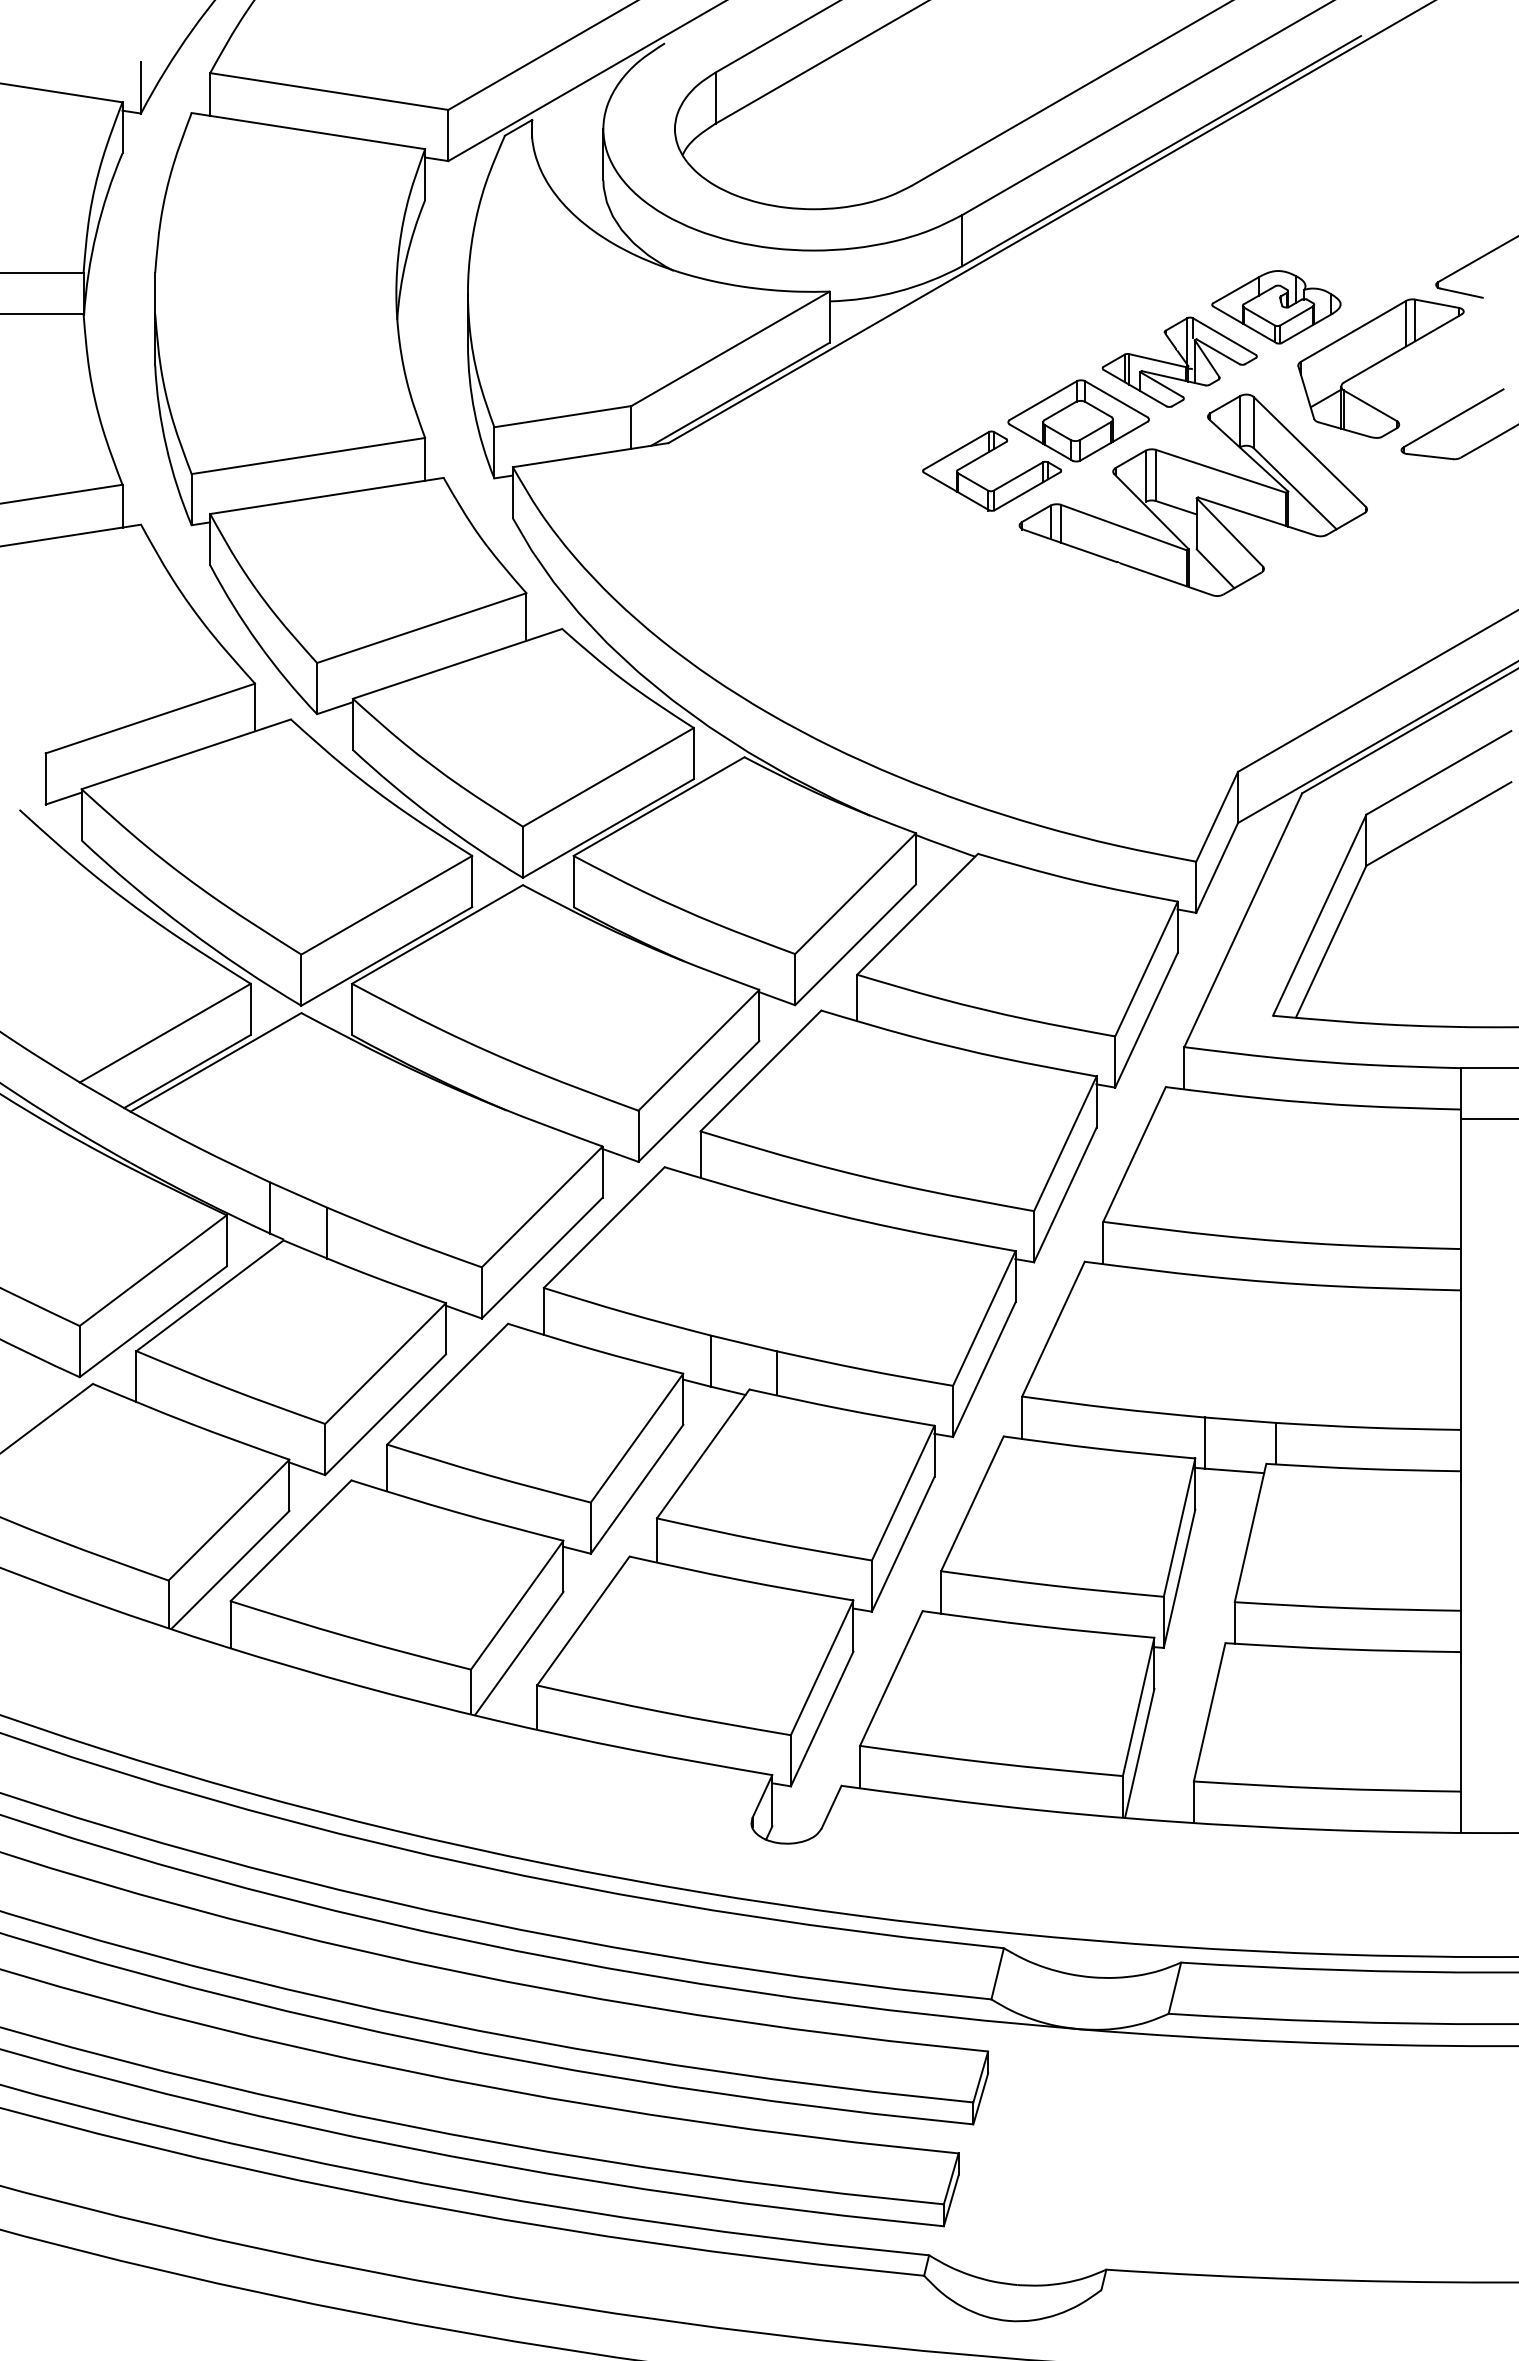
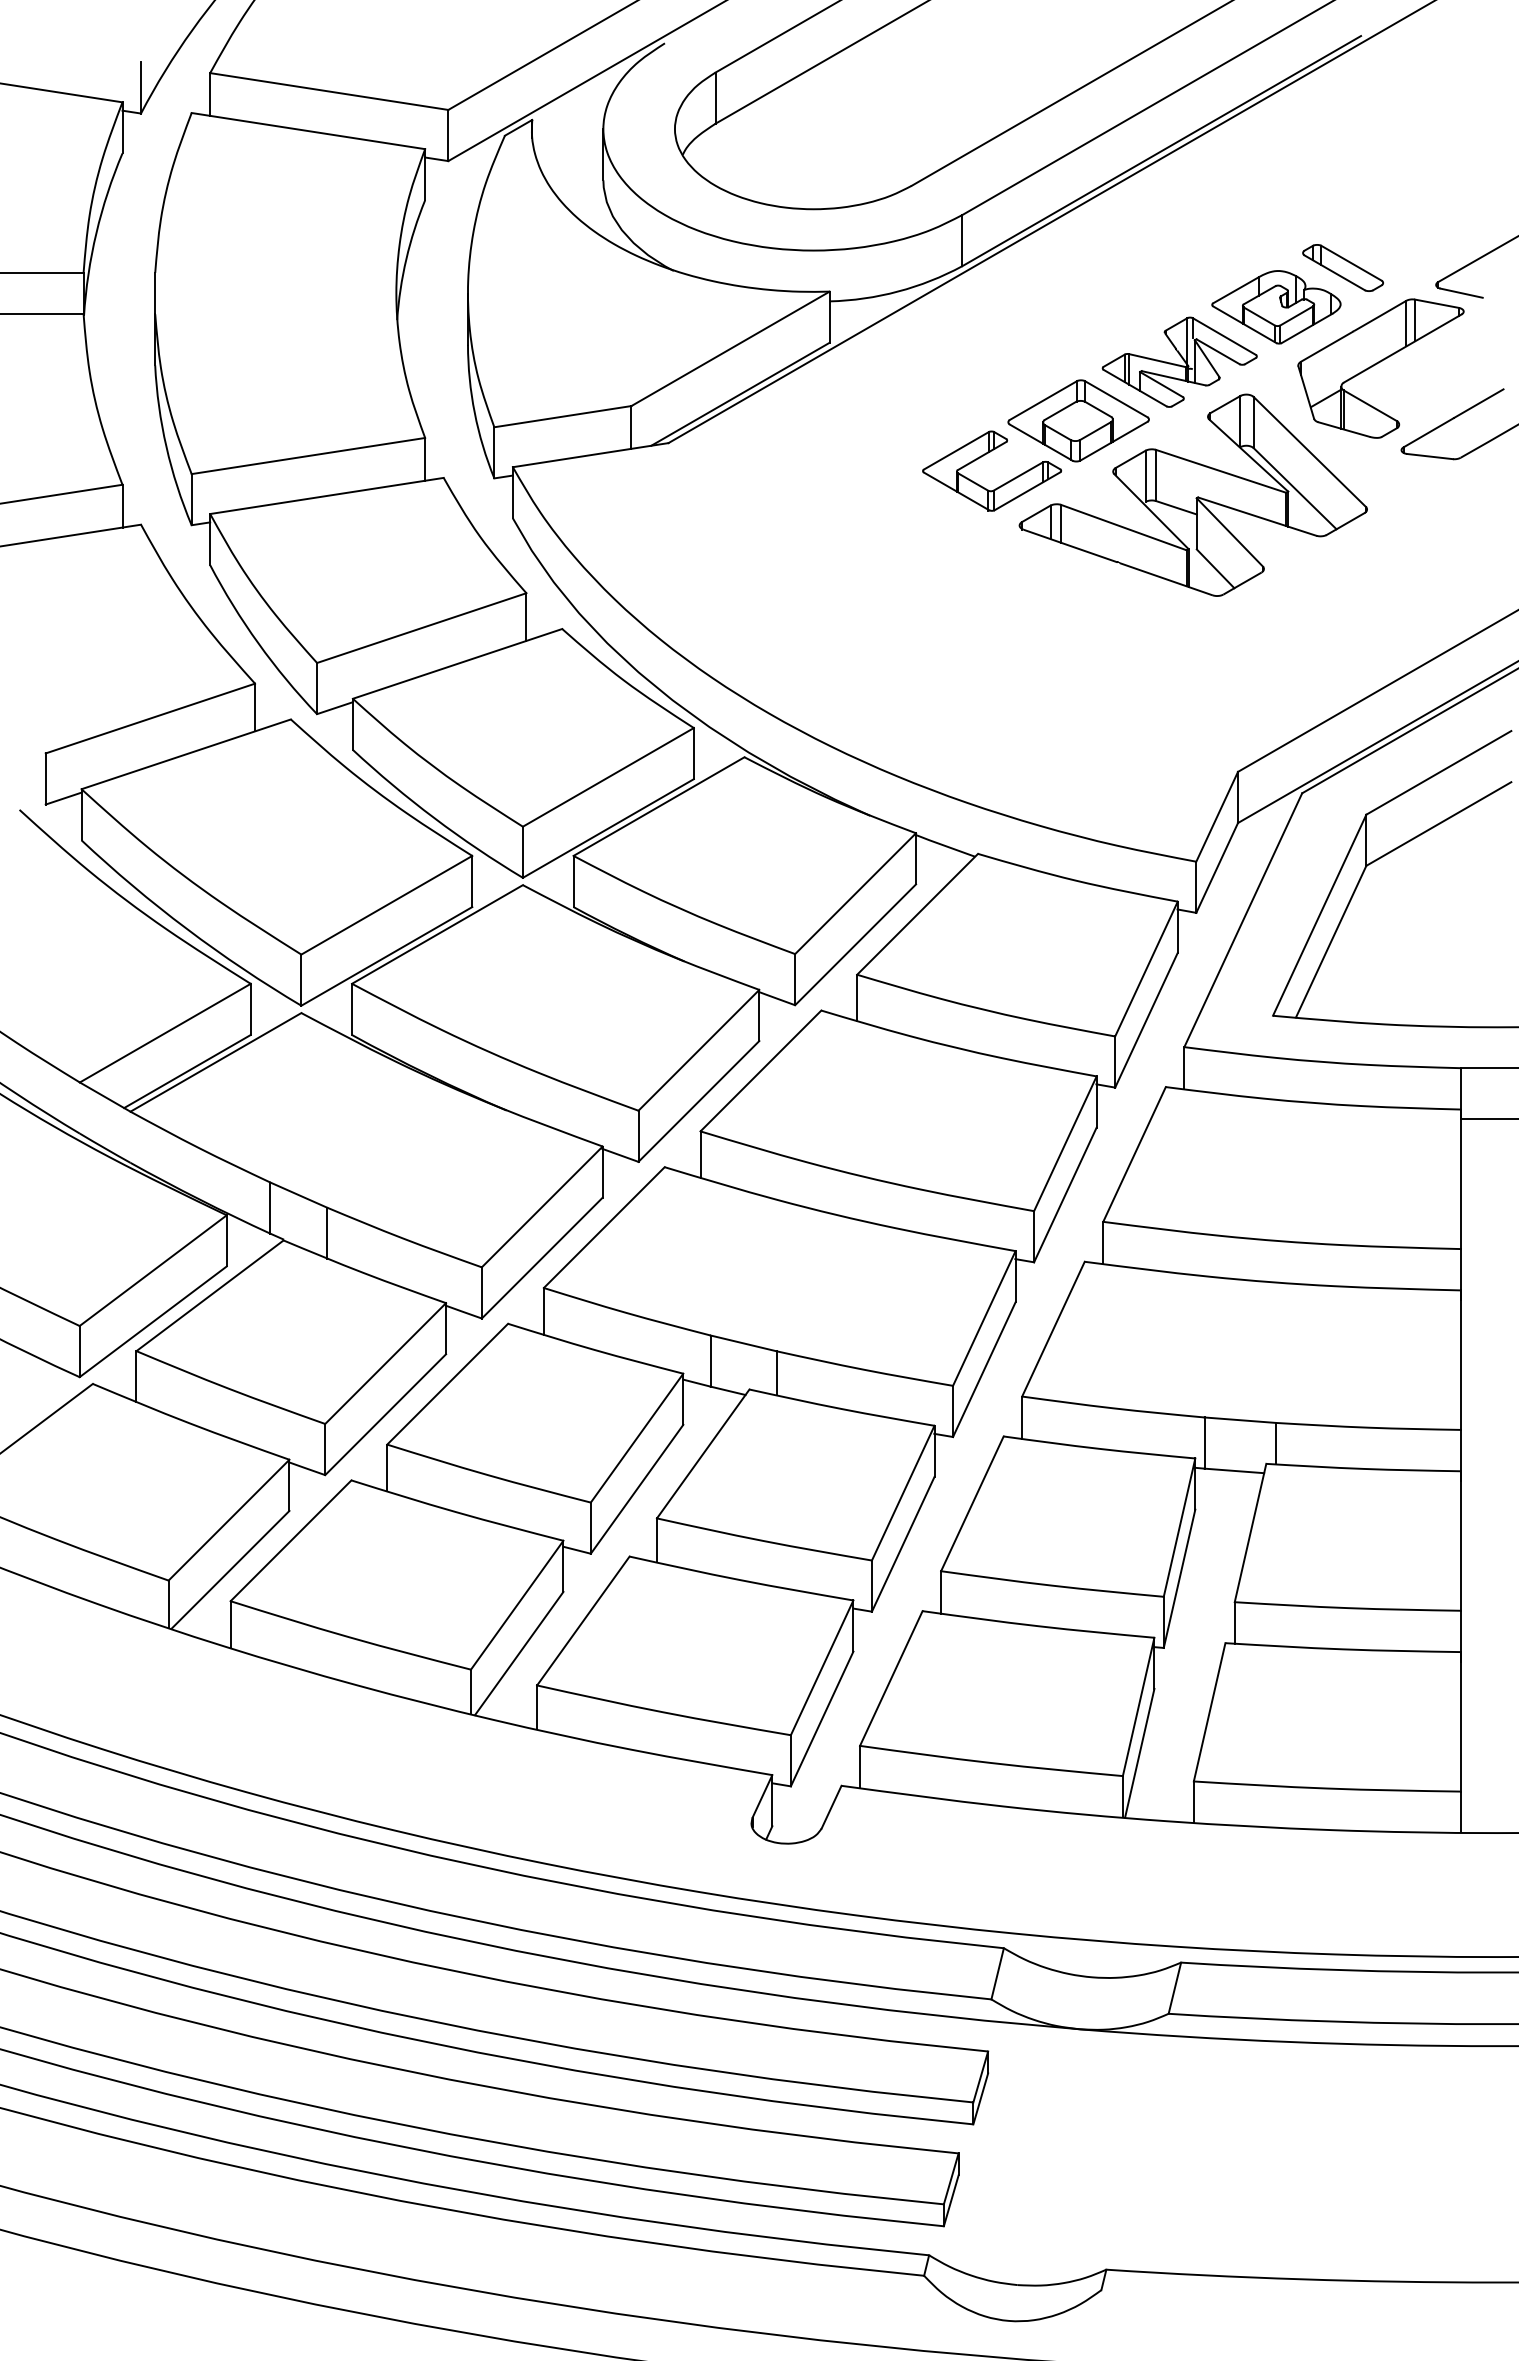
part at (1342, 267): none -> present
